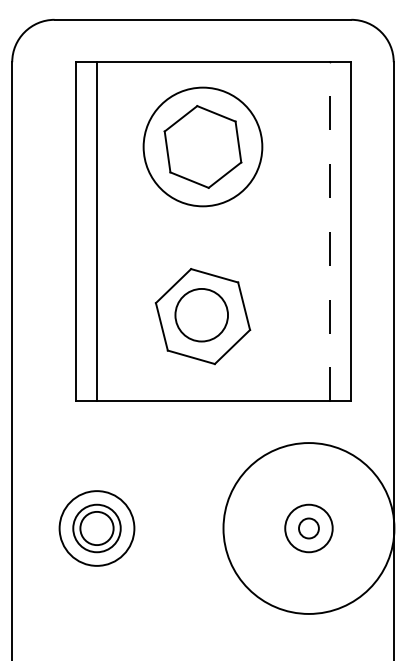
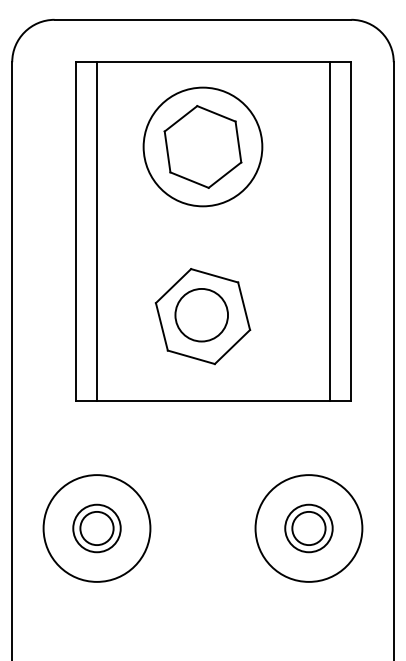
line at (330, 231): dashed -> solid
circle at (96, 528) diameter: 75 px -> 107 px
circle at (308, 528) diameter: 171 px -> 107 px
circle at (308, 528) diameter: 20 px -> 33 px
